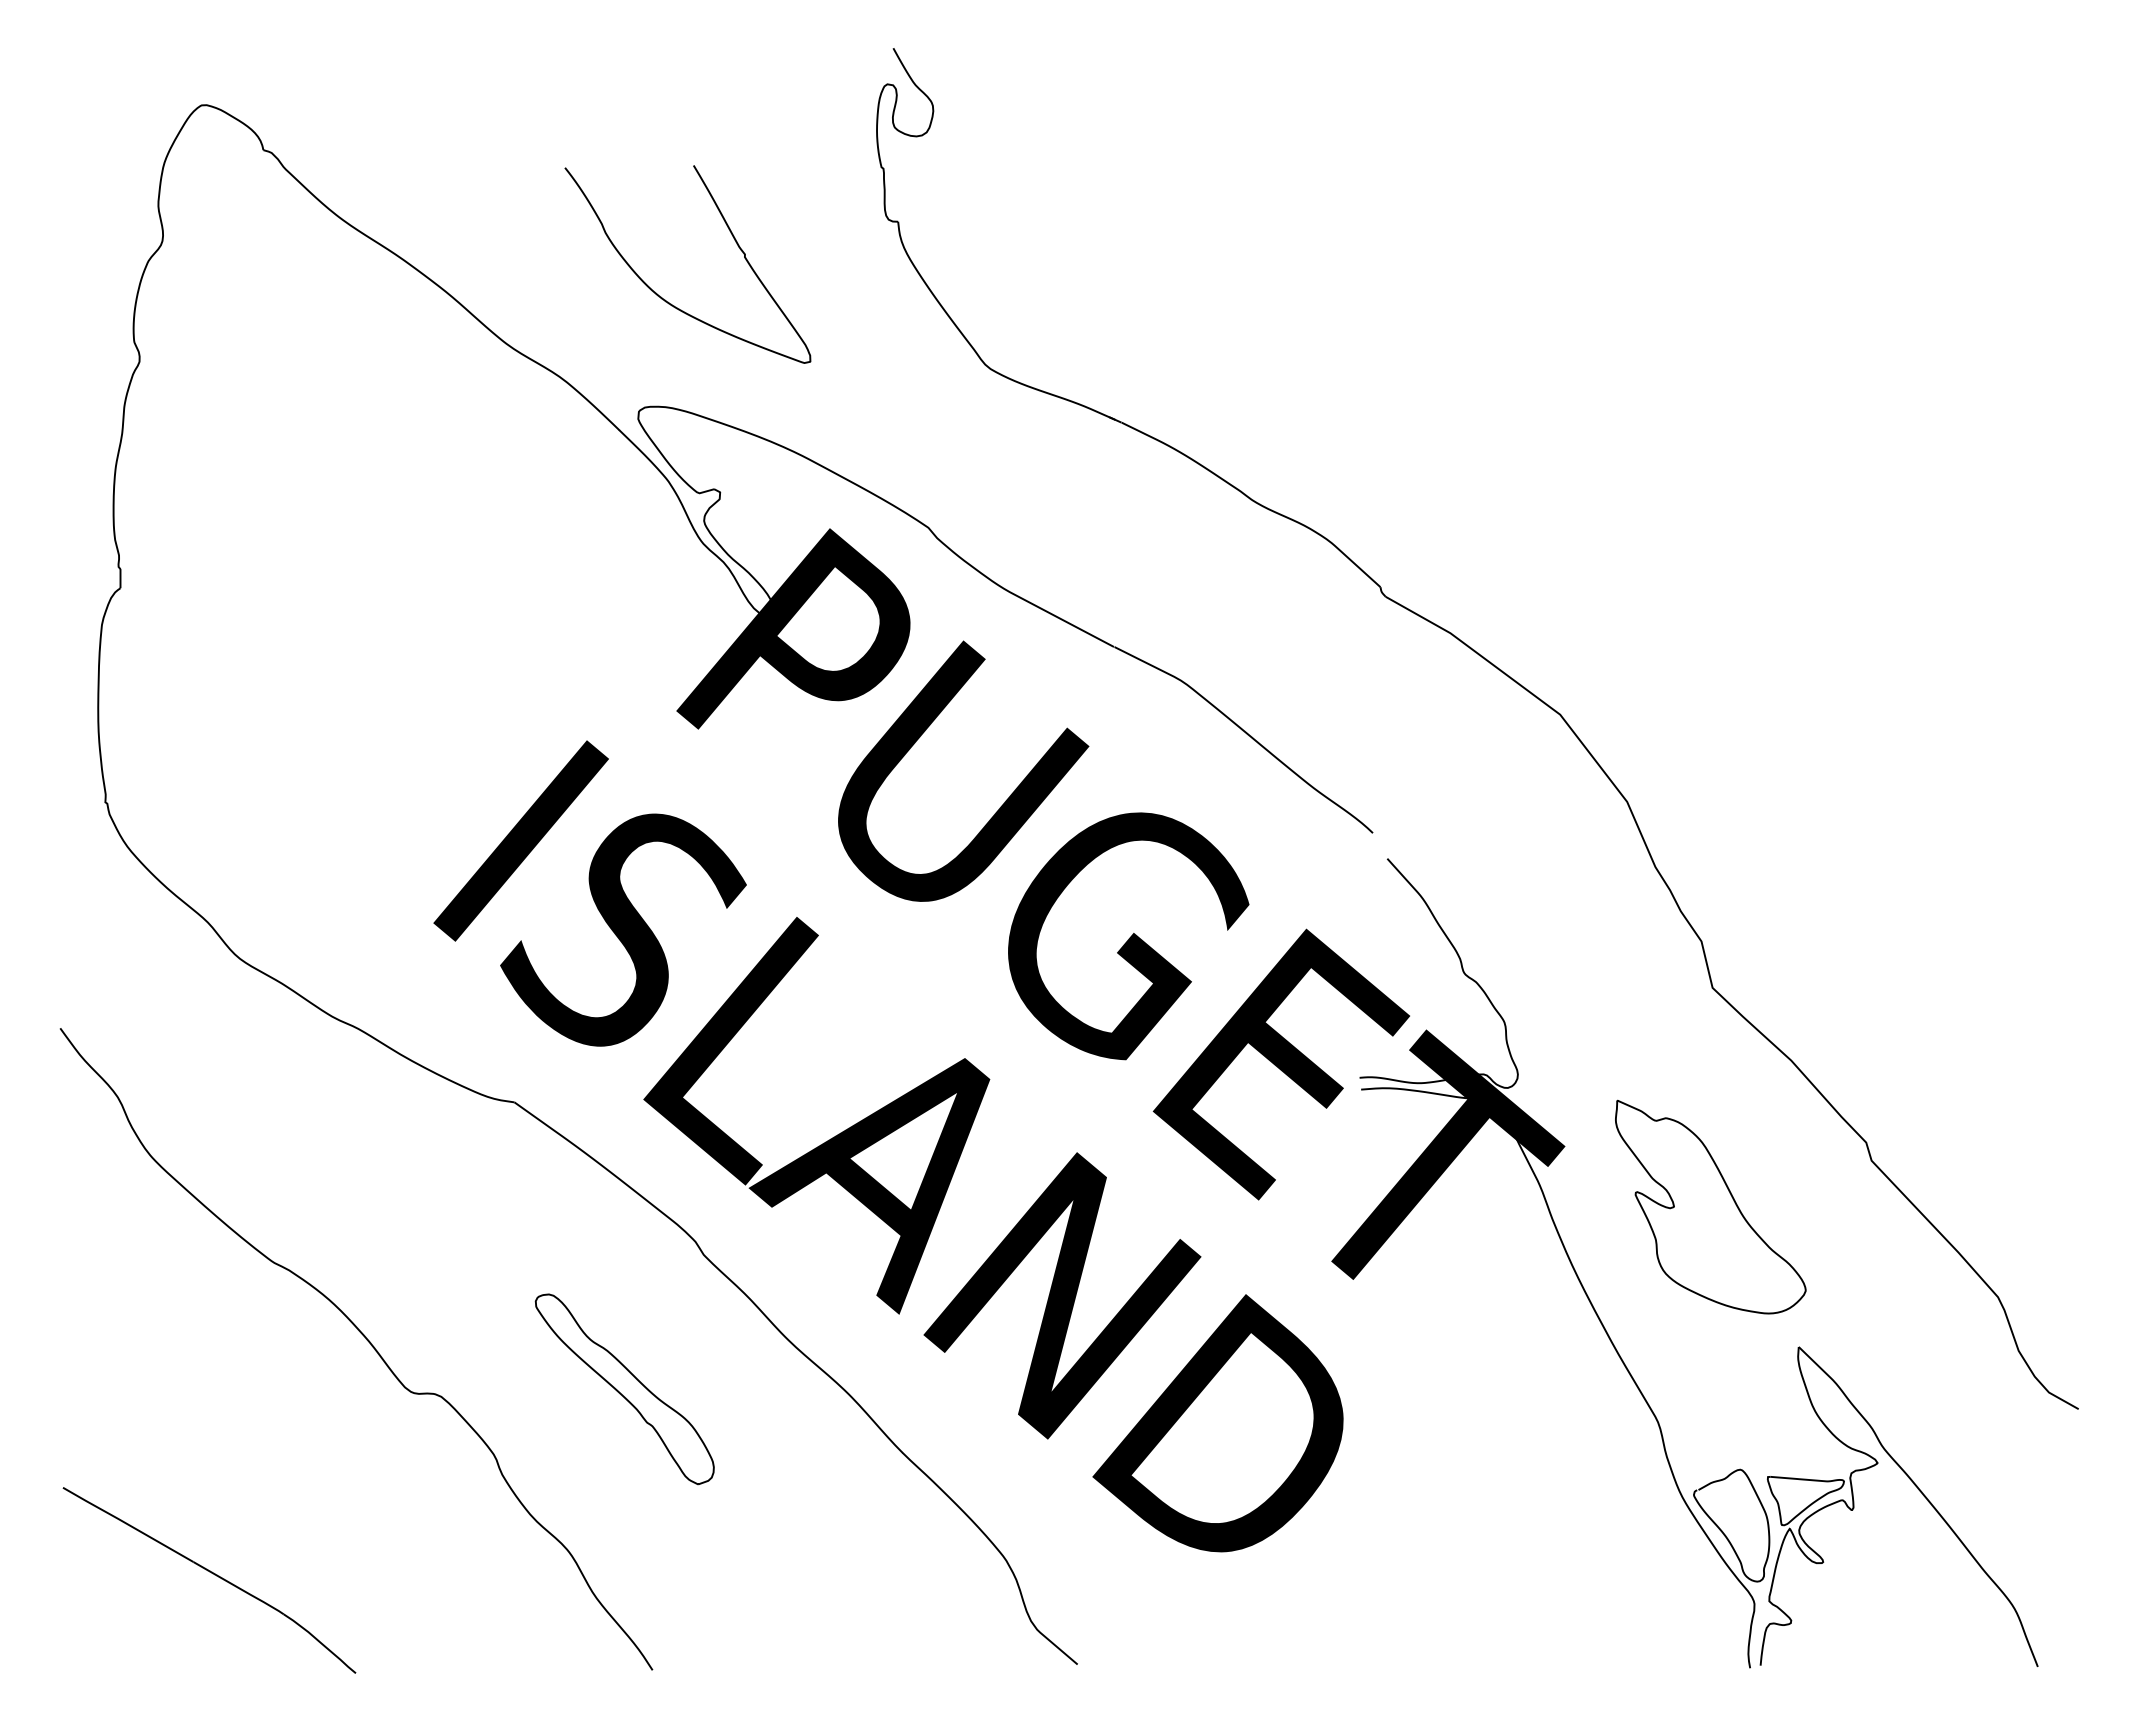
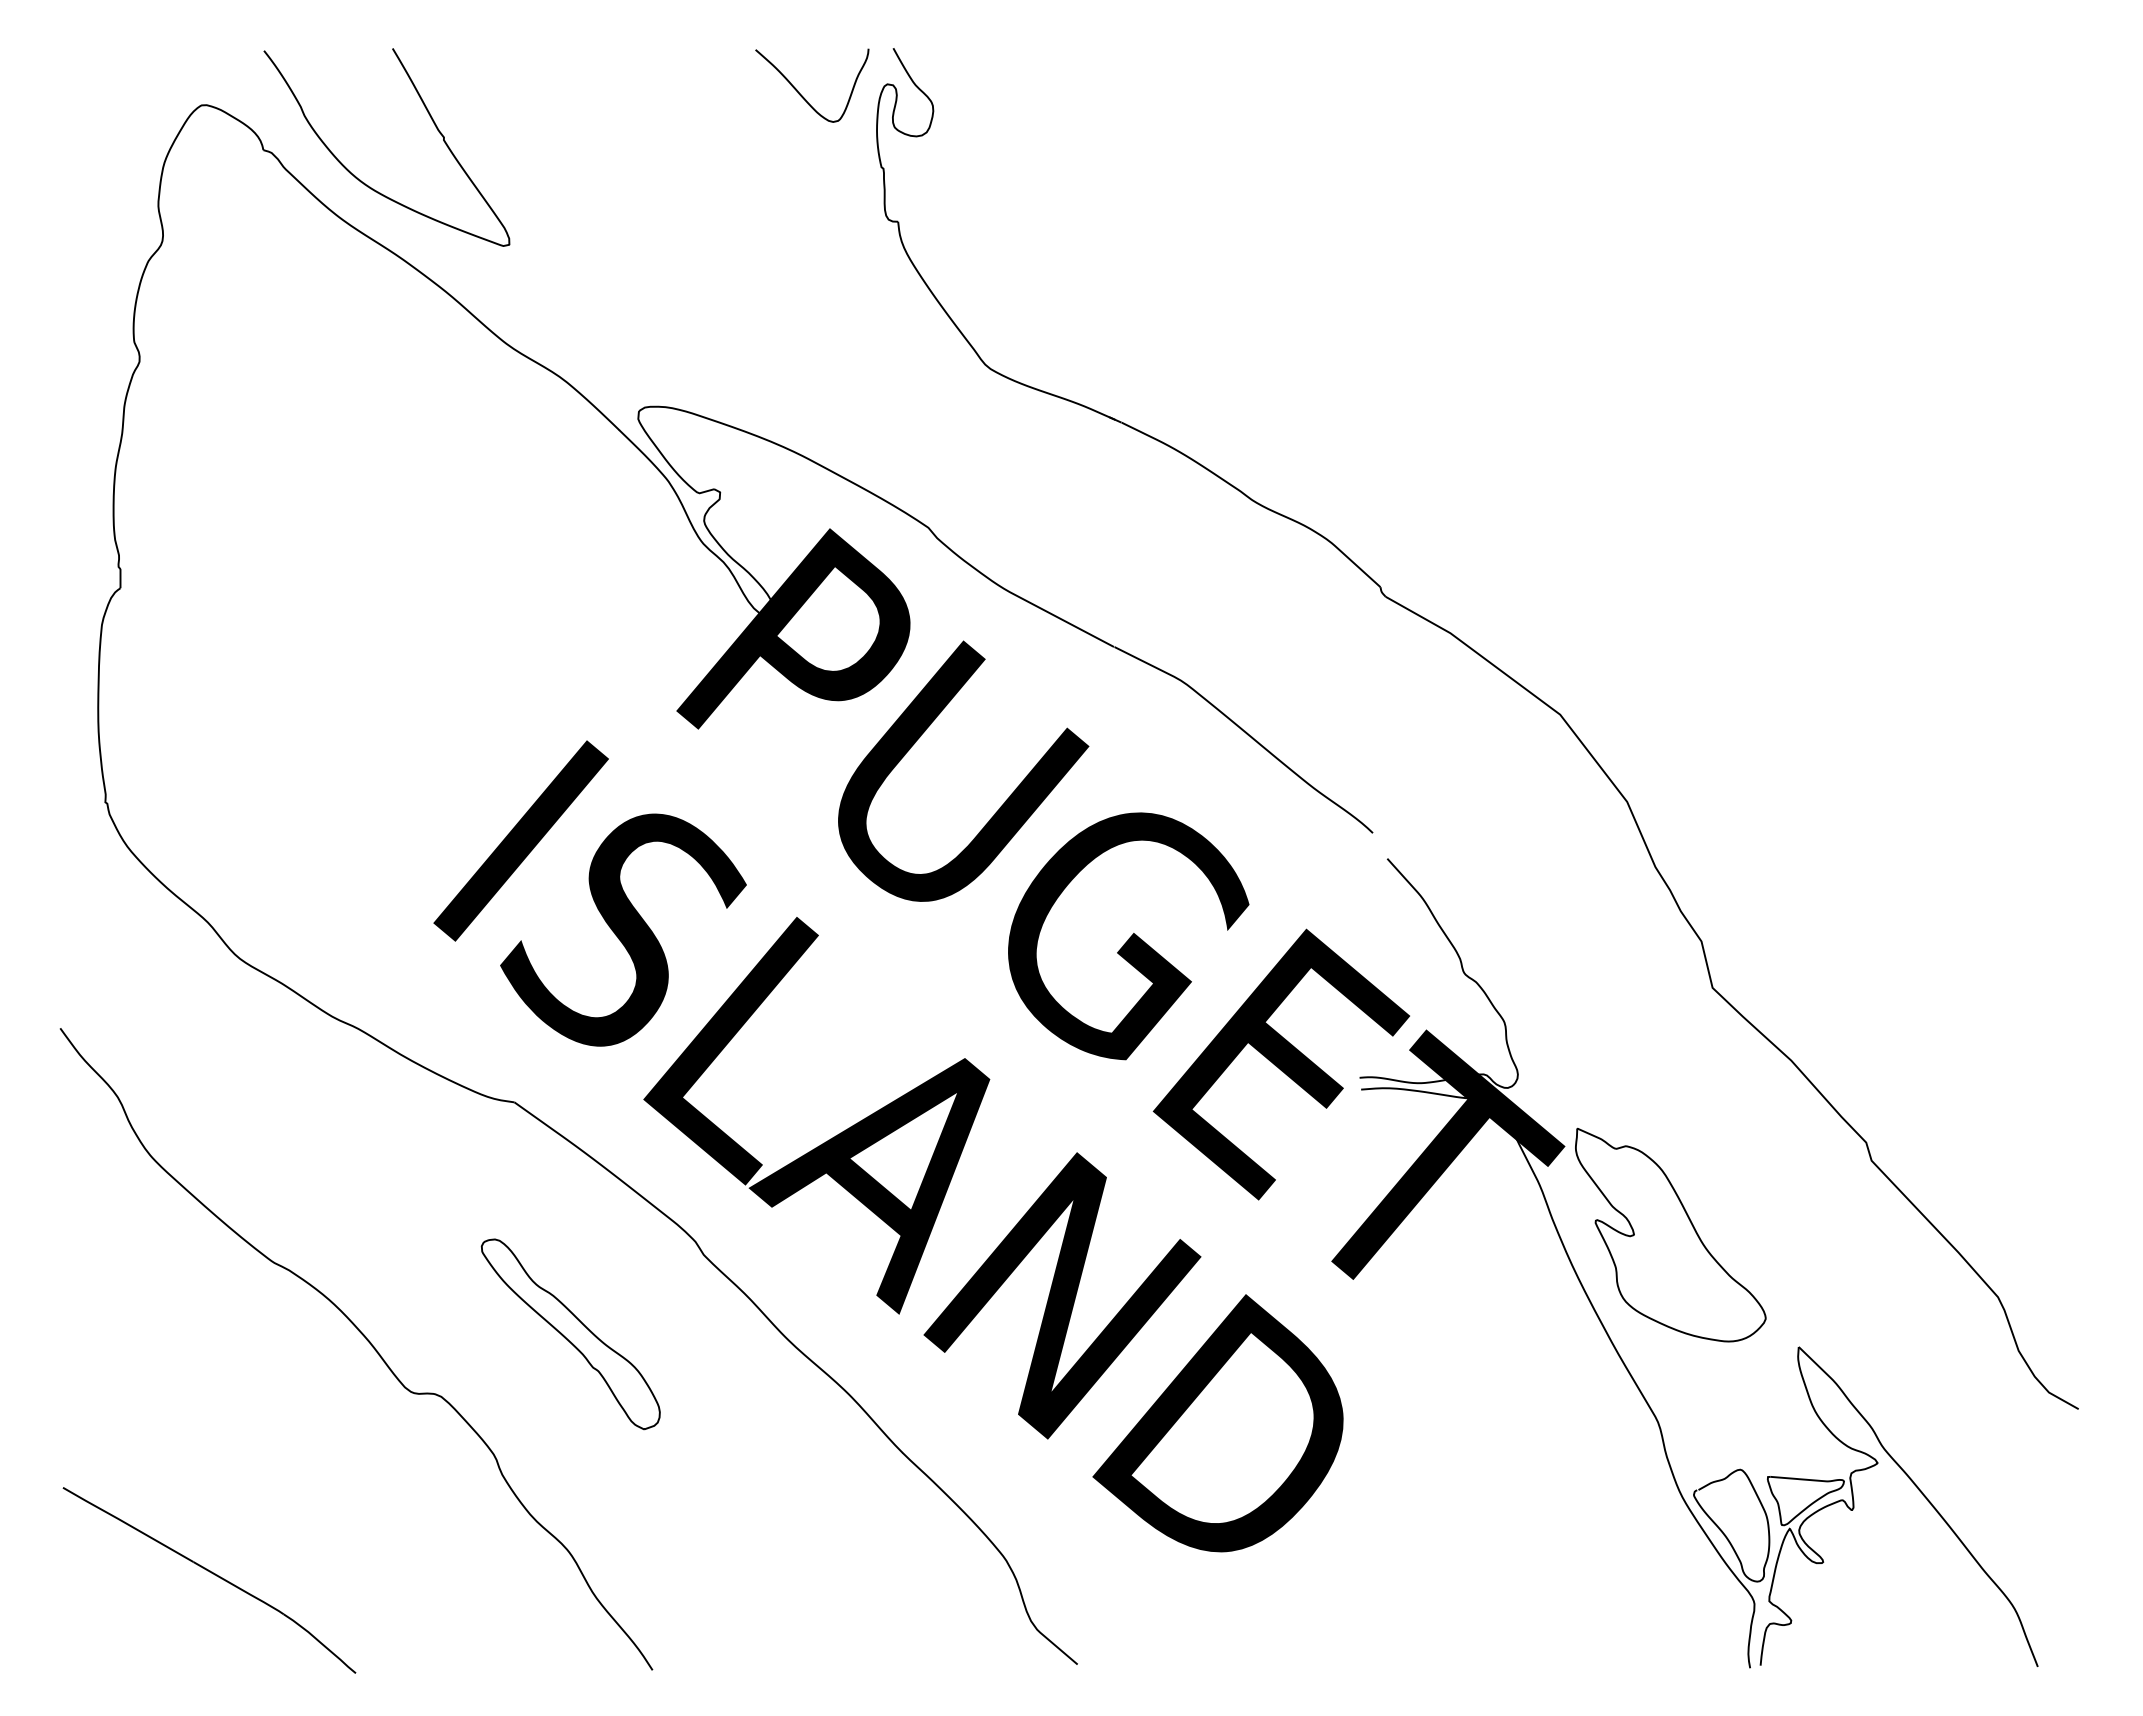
curve at (802, 95): none -> present
curve at (661, 296) position: (661, 296) -> (360, 179)
curve at (1730, 1195) position: (1730, 1195) -> (1690, 1223)
part at (624, 1389) position: (624, 1389) -> (570, 1334)
